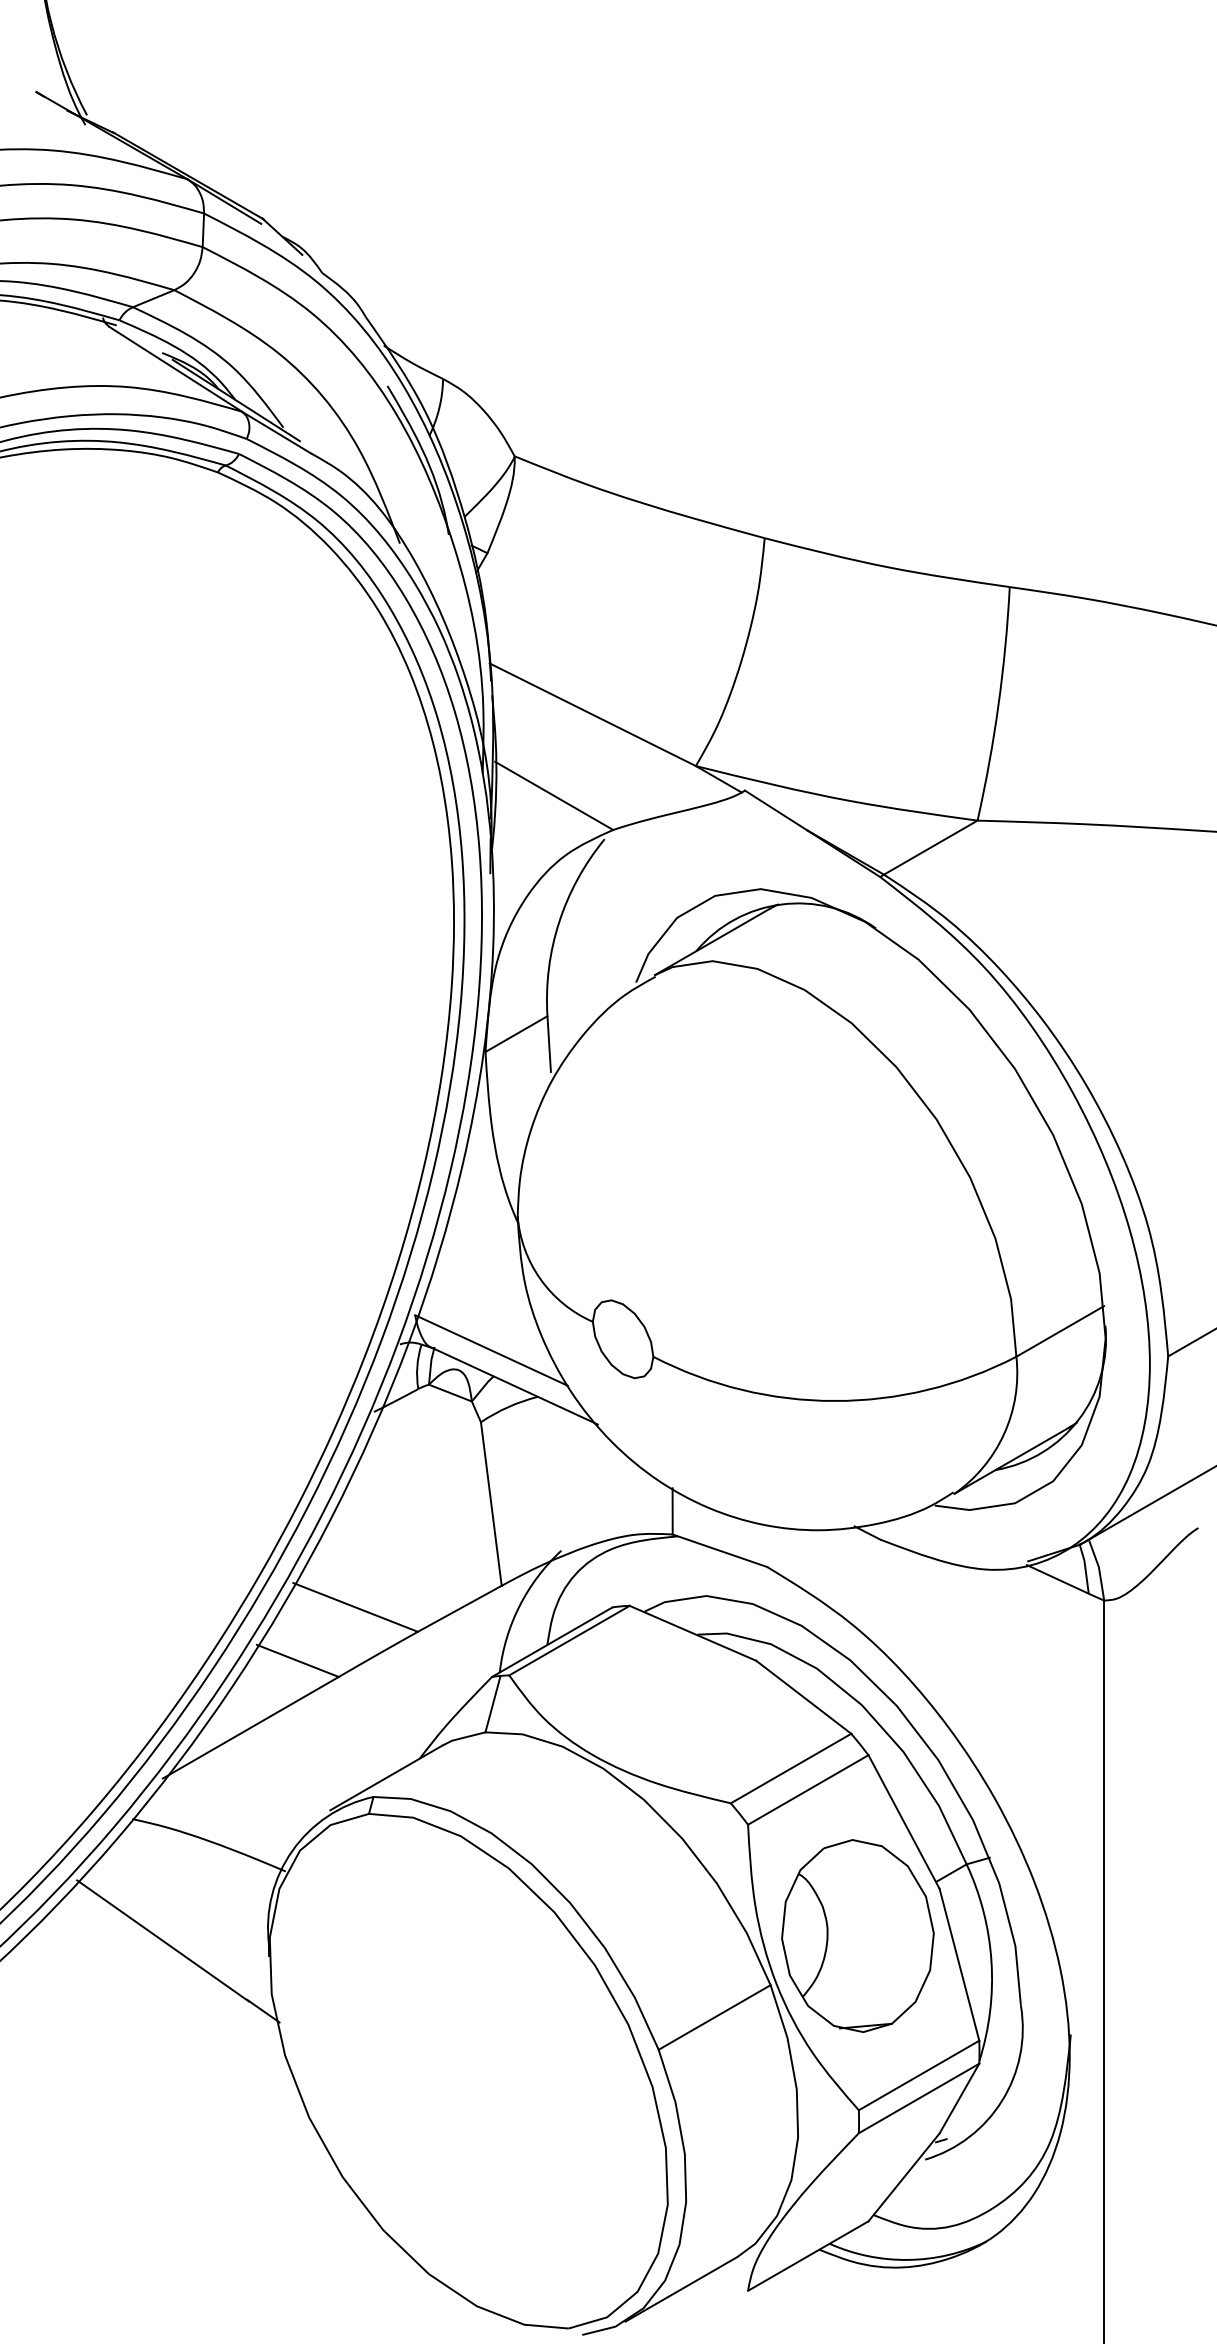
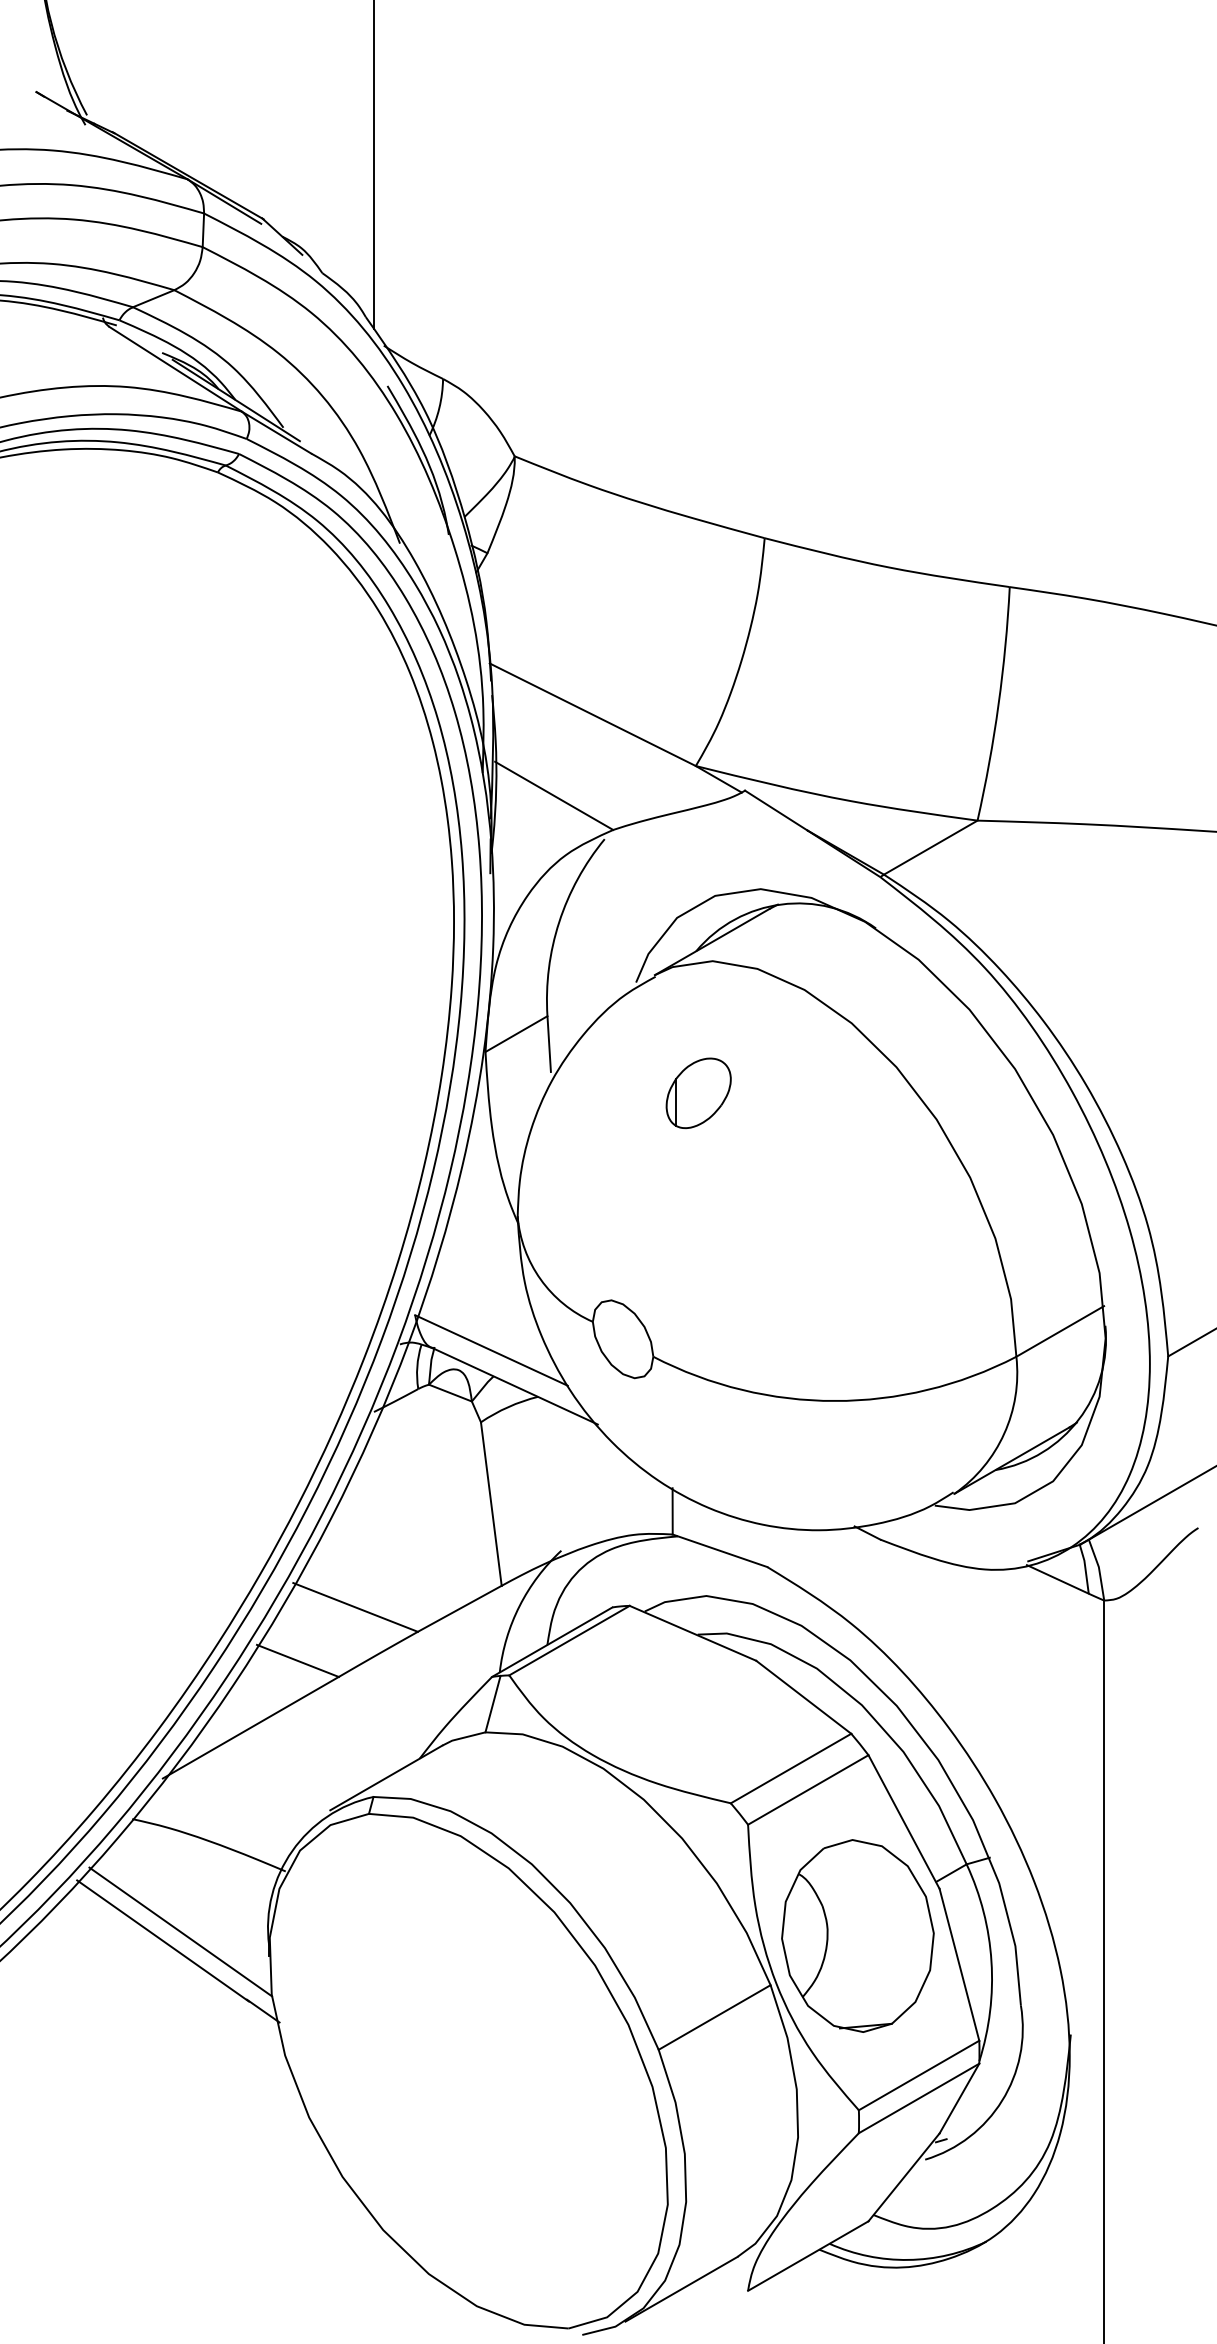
line at (373, 165): none -> present
part at (698, 1093): none -> present
line at (180, 1931): none -> present
